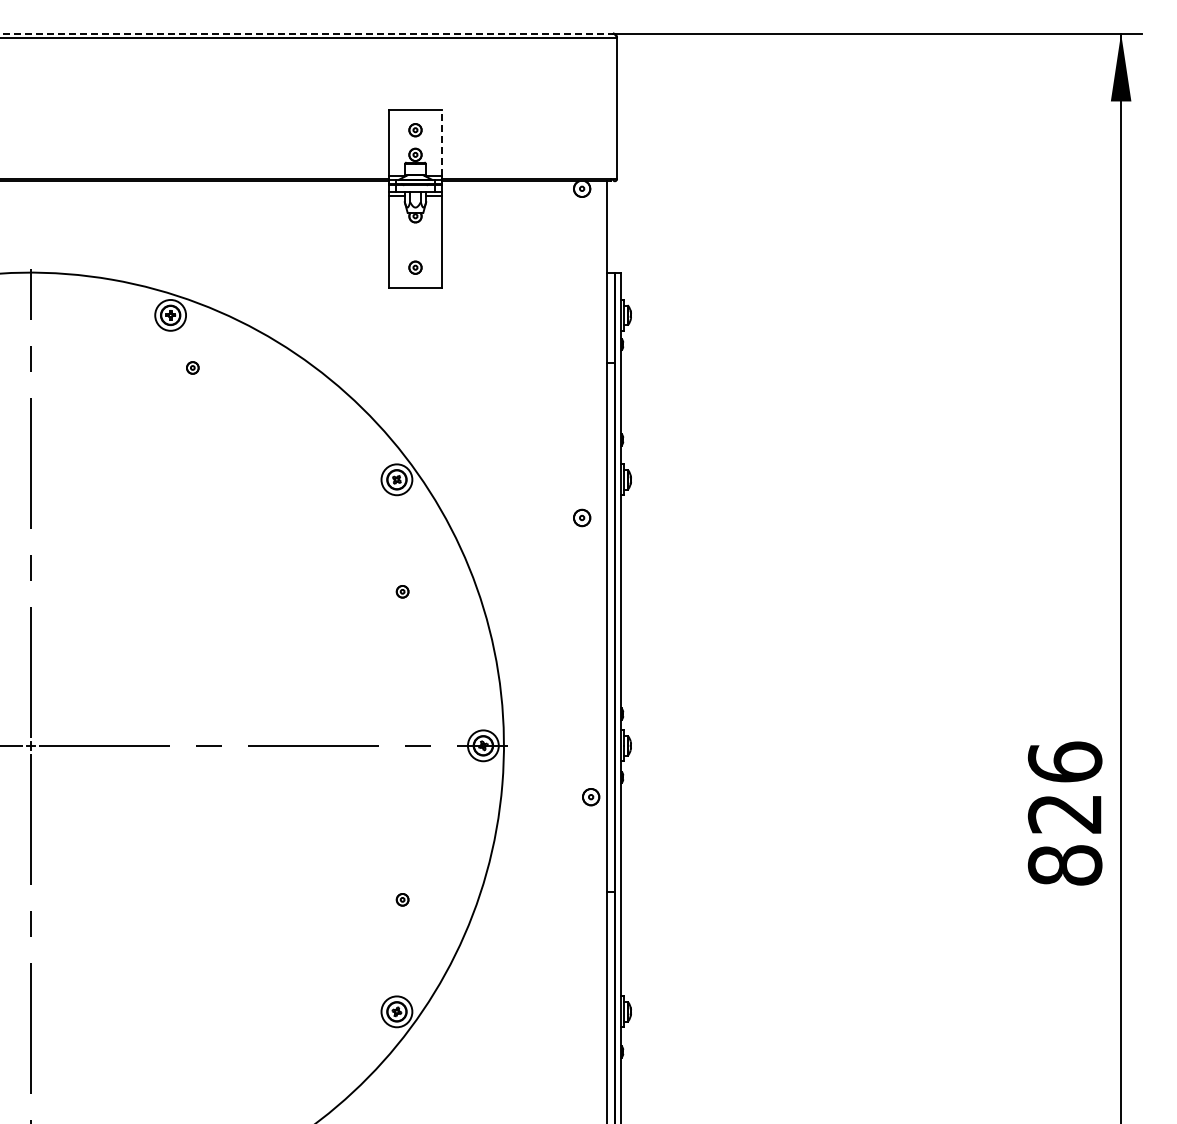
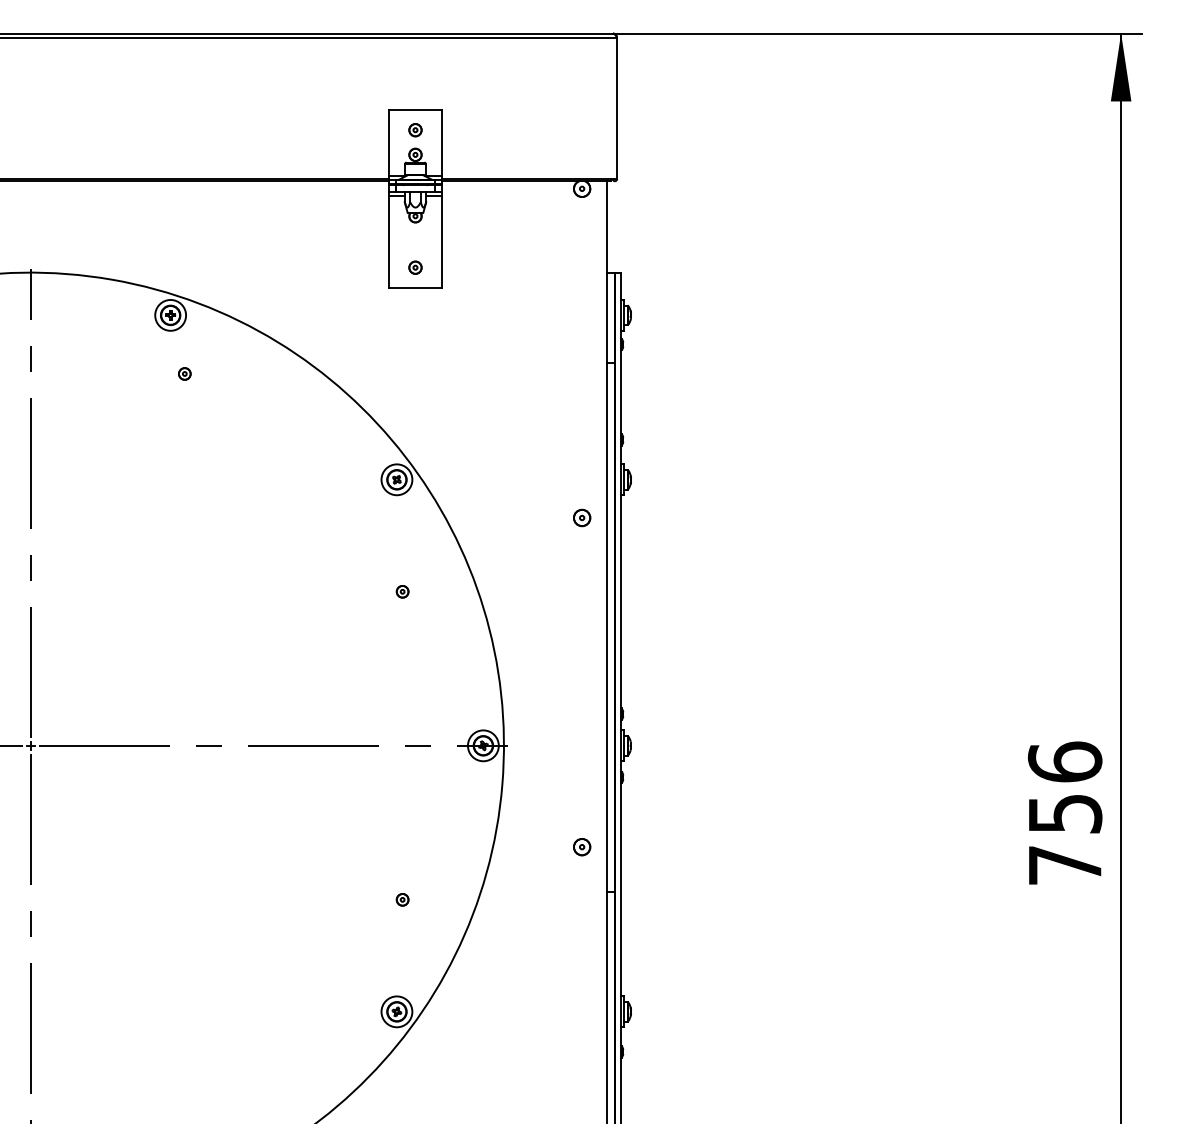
line at (307, 33): dashed -> solid
line at (441, 142): dashed -> solid
part at (192, 367) position: (192, 367) -> (184, 373)
part at (591, 797) position: (591, 797) -> (582, 847)
text at (1064, 840): 826 -> 756
